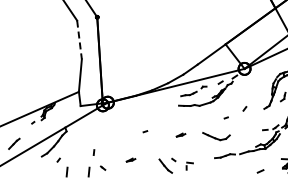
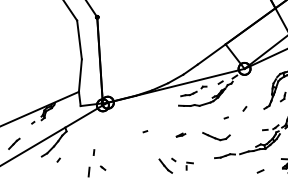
line at (79, 39): dashed -> solid
part at (130, 159): present -> none
line at (66, 171): present -> none
